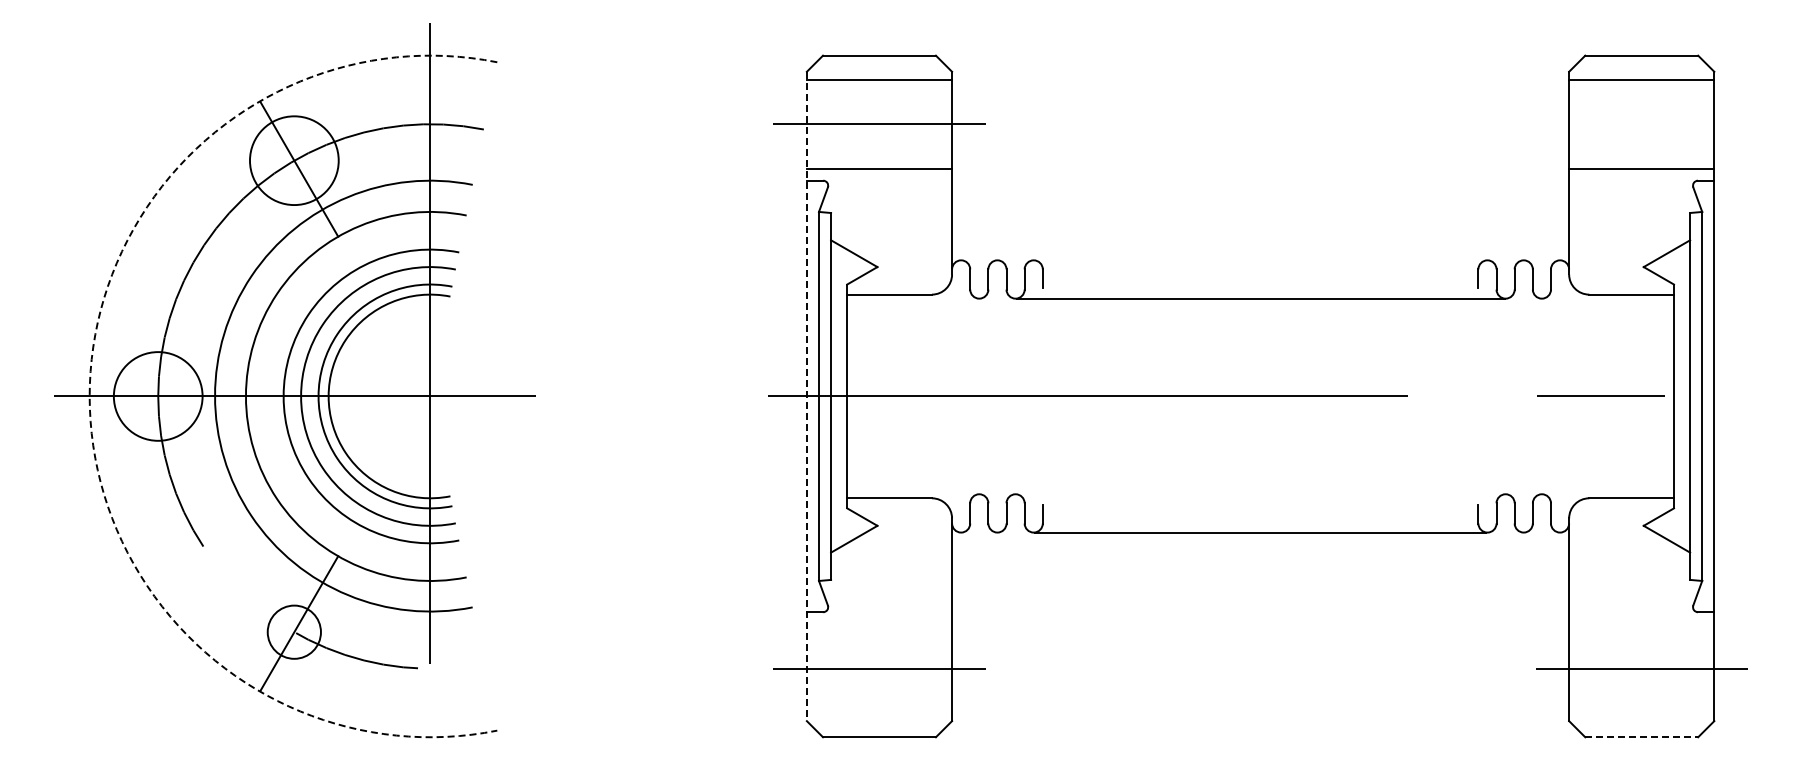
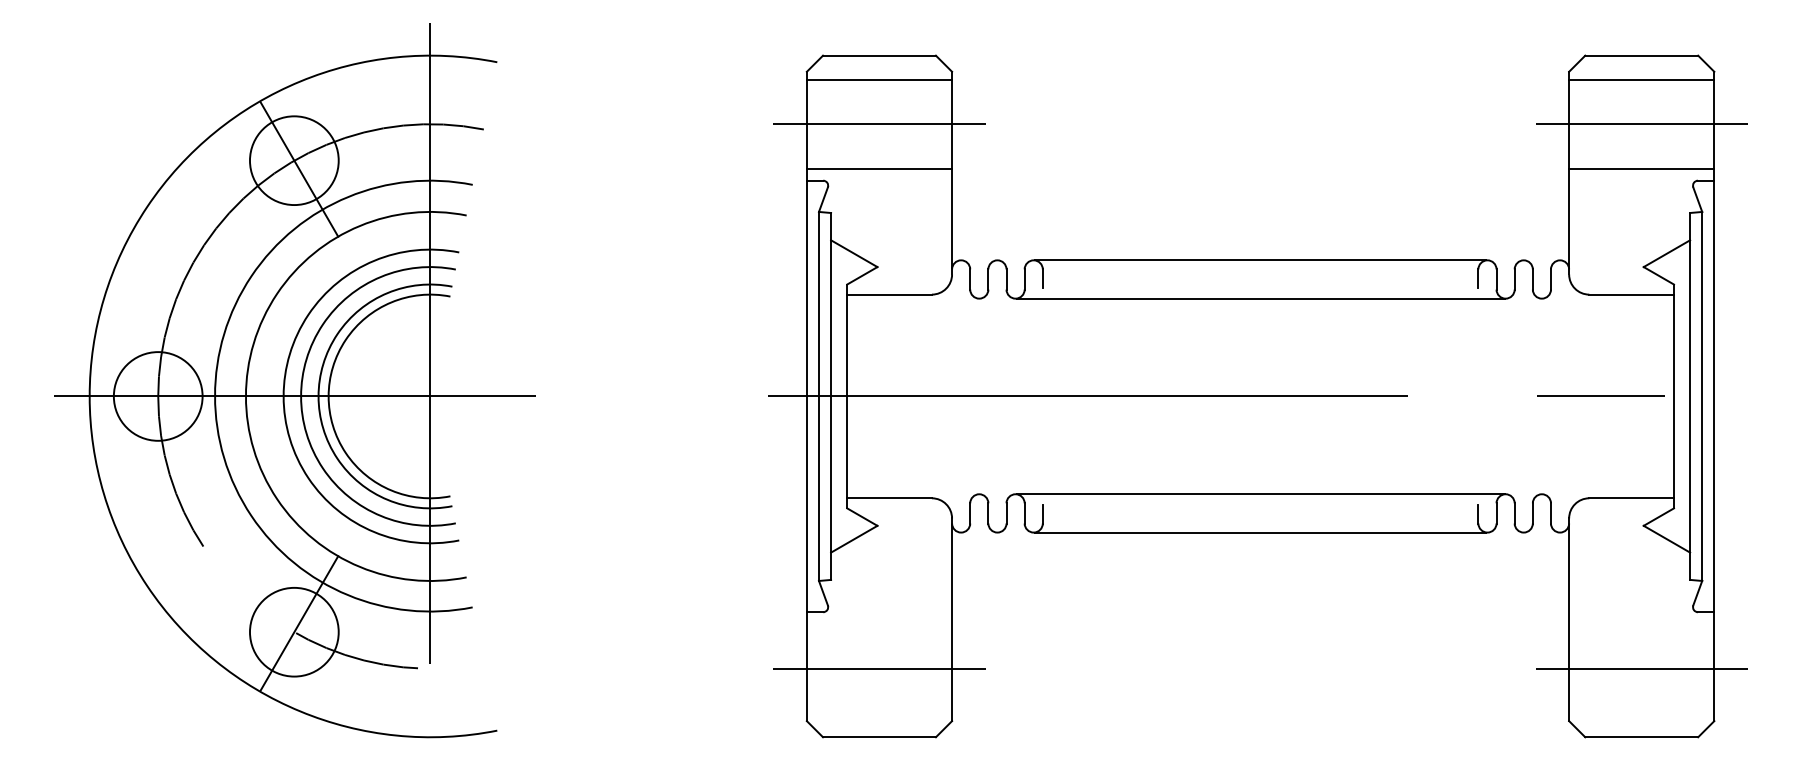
line at (1641, 124): none -> present
line at (1260, 260): none -> present
arc at (89, 396): dashed -> solid
line at (806, 396): dashed -> solid
line at (1260, 494): none -> present
circle at (293, 631) diameter: 53 px -> 89 px
line at (1642, 737): dashed -> solid
